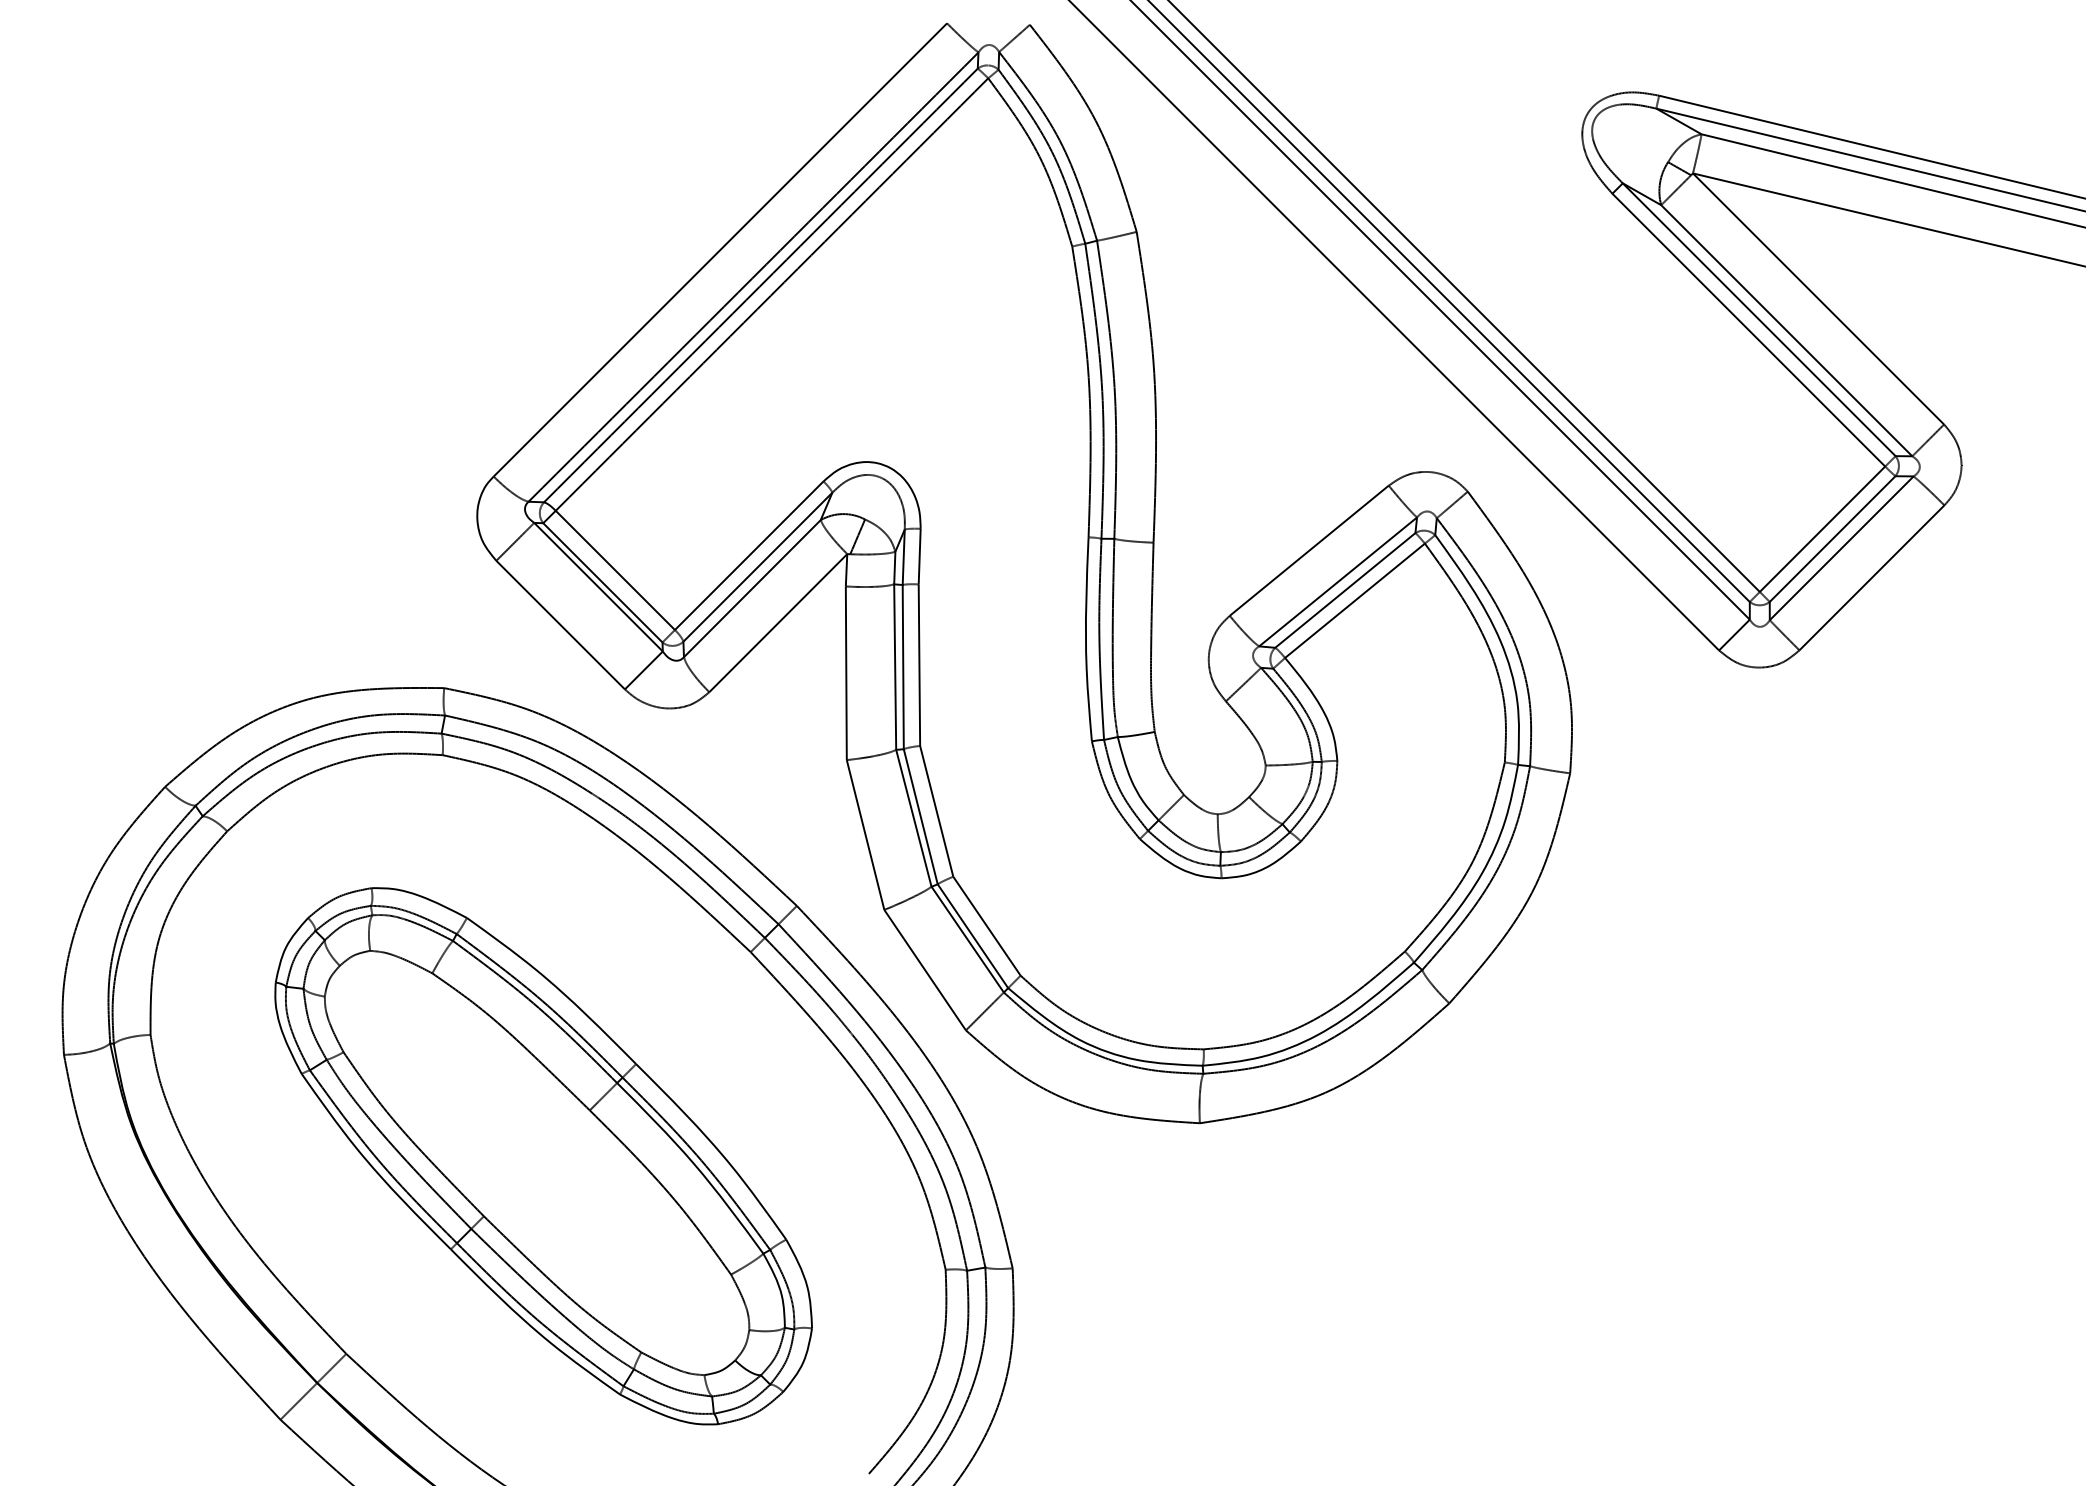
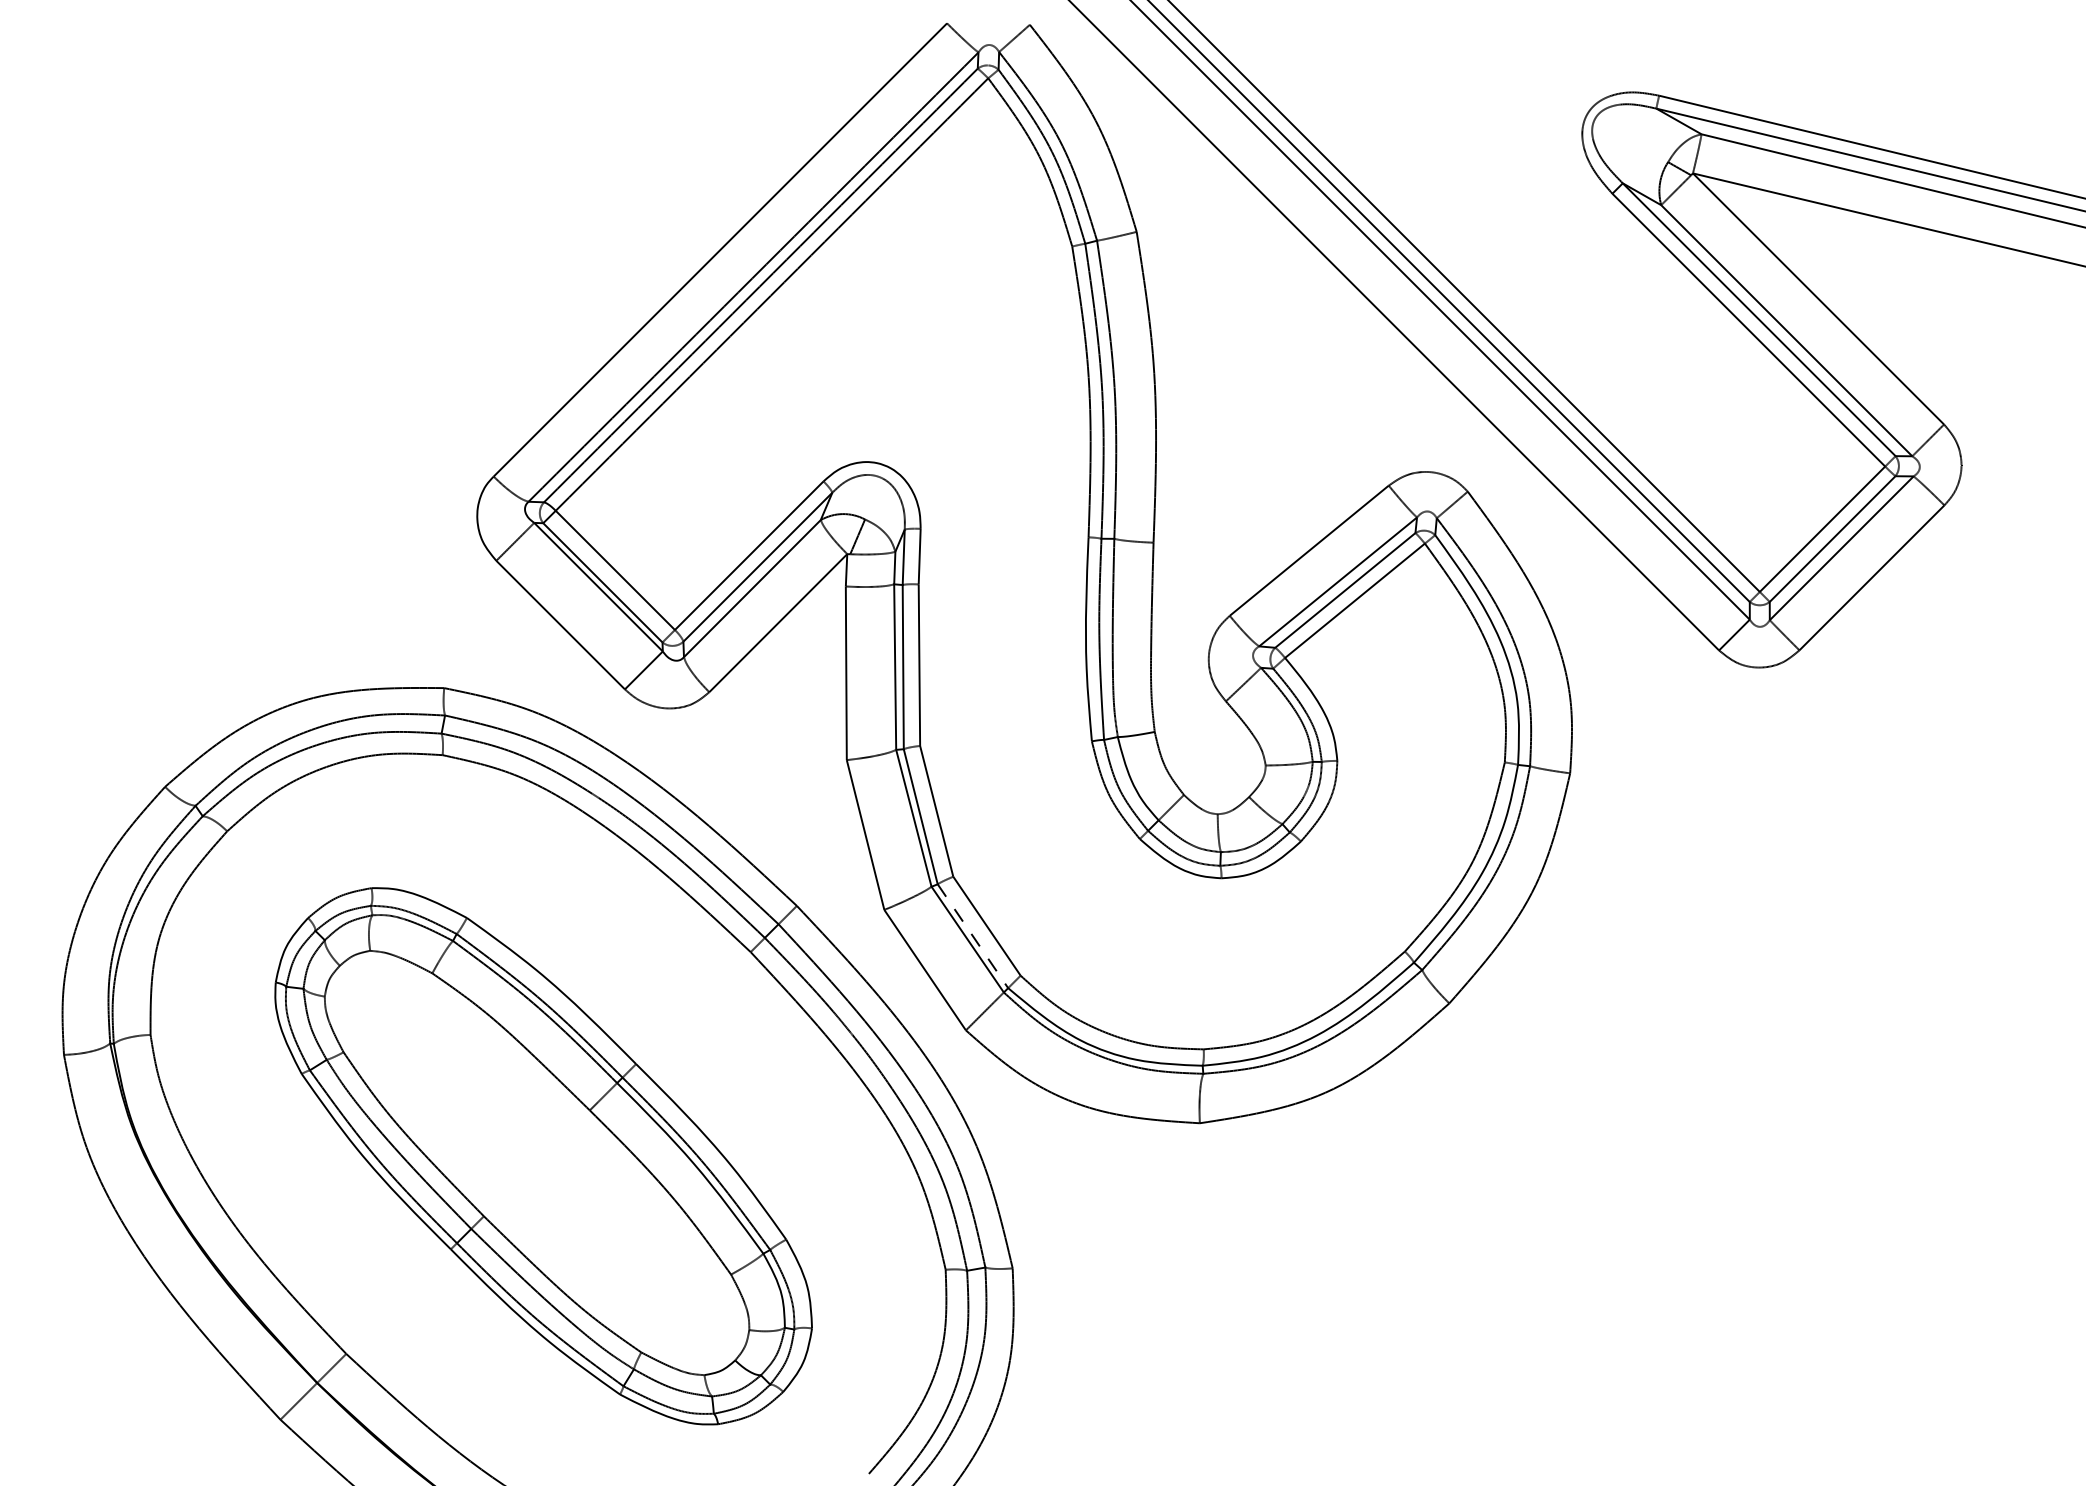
line at (972, 936): solid -> dashed
